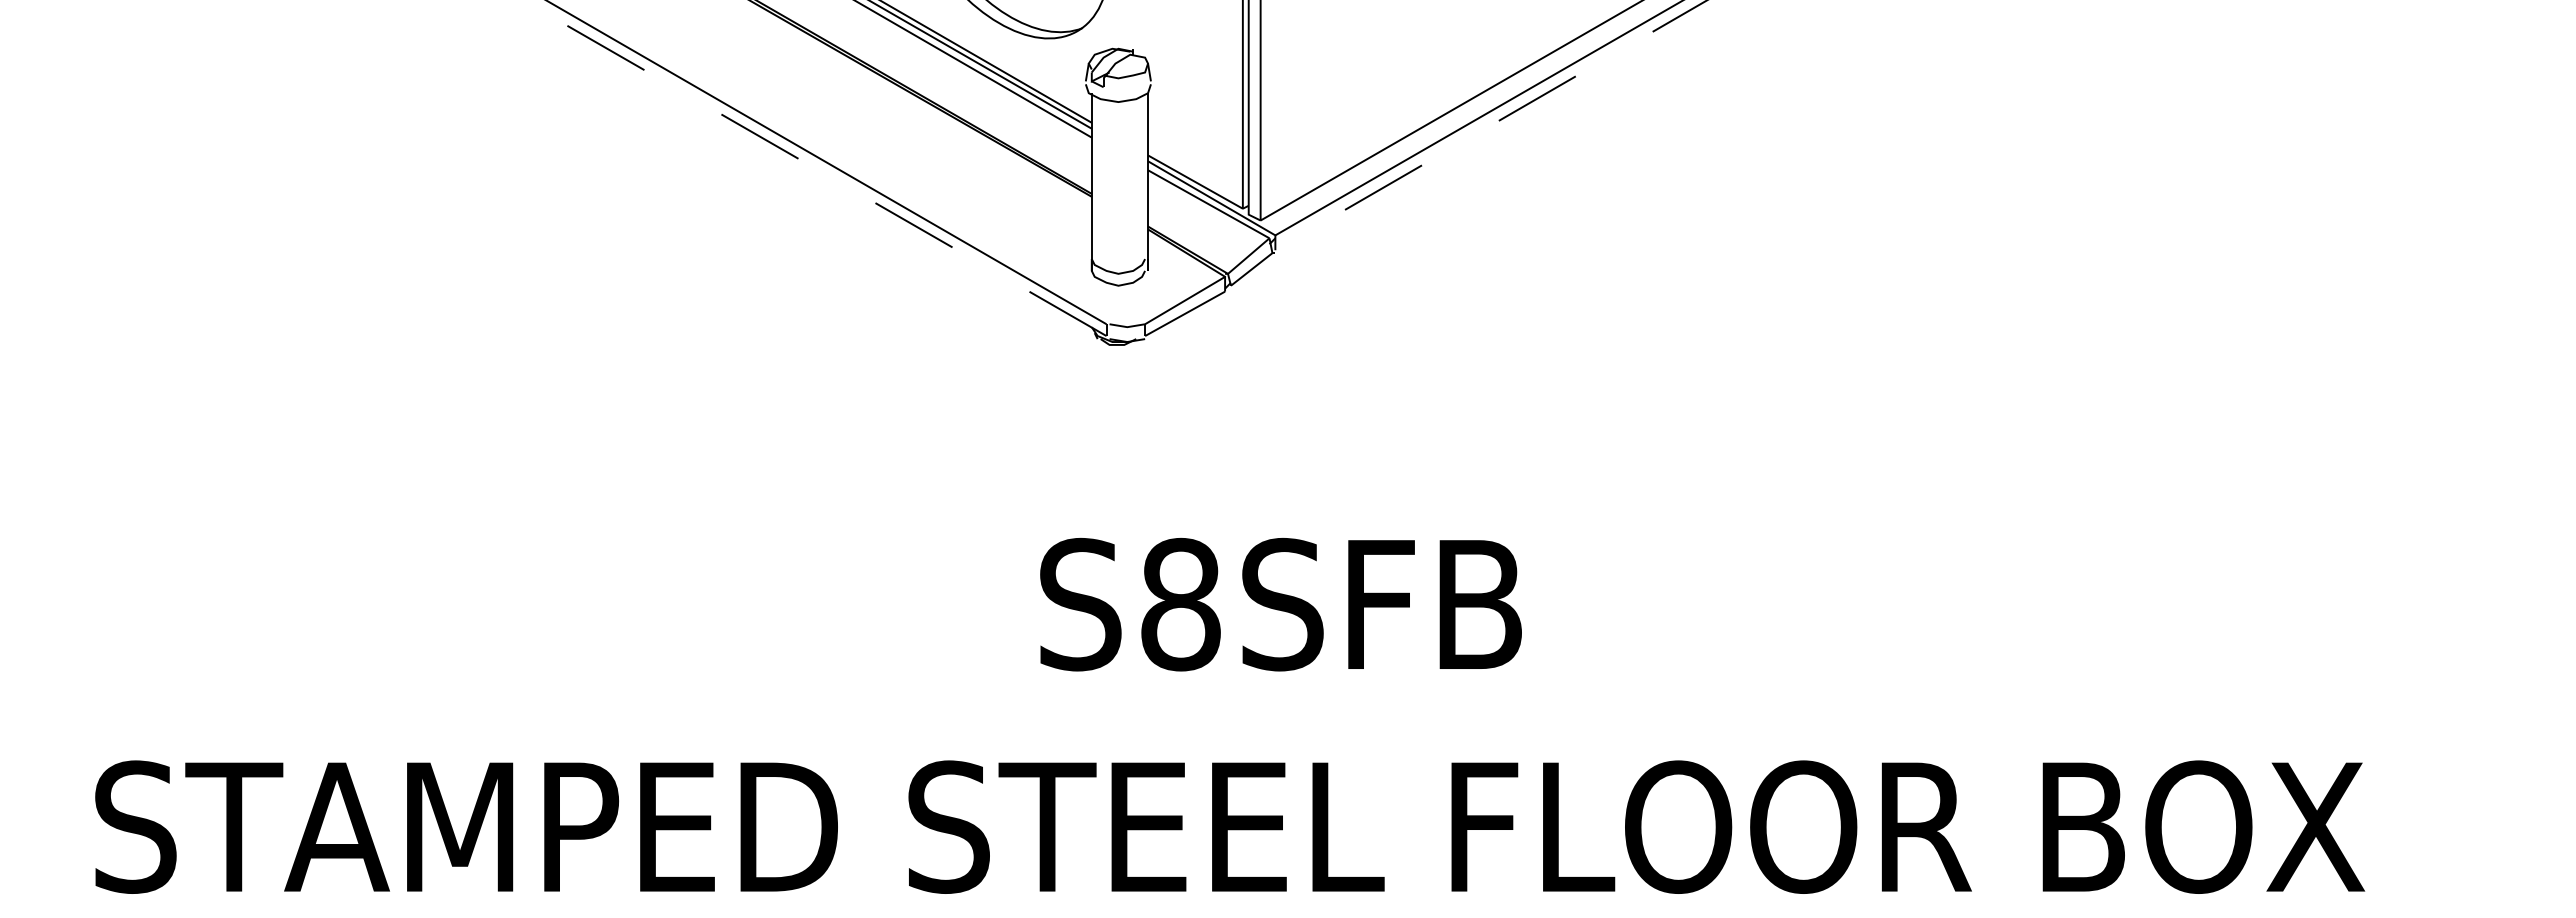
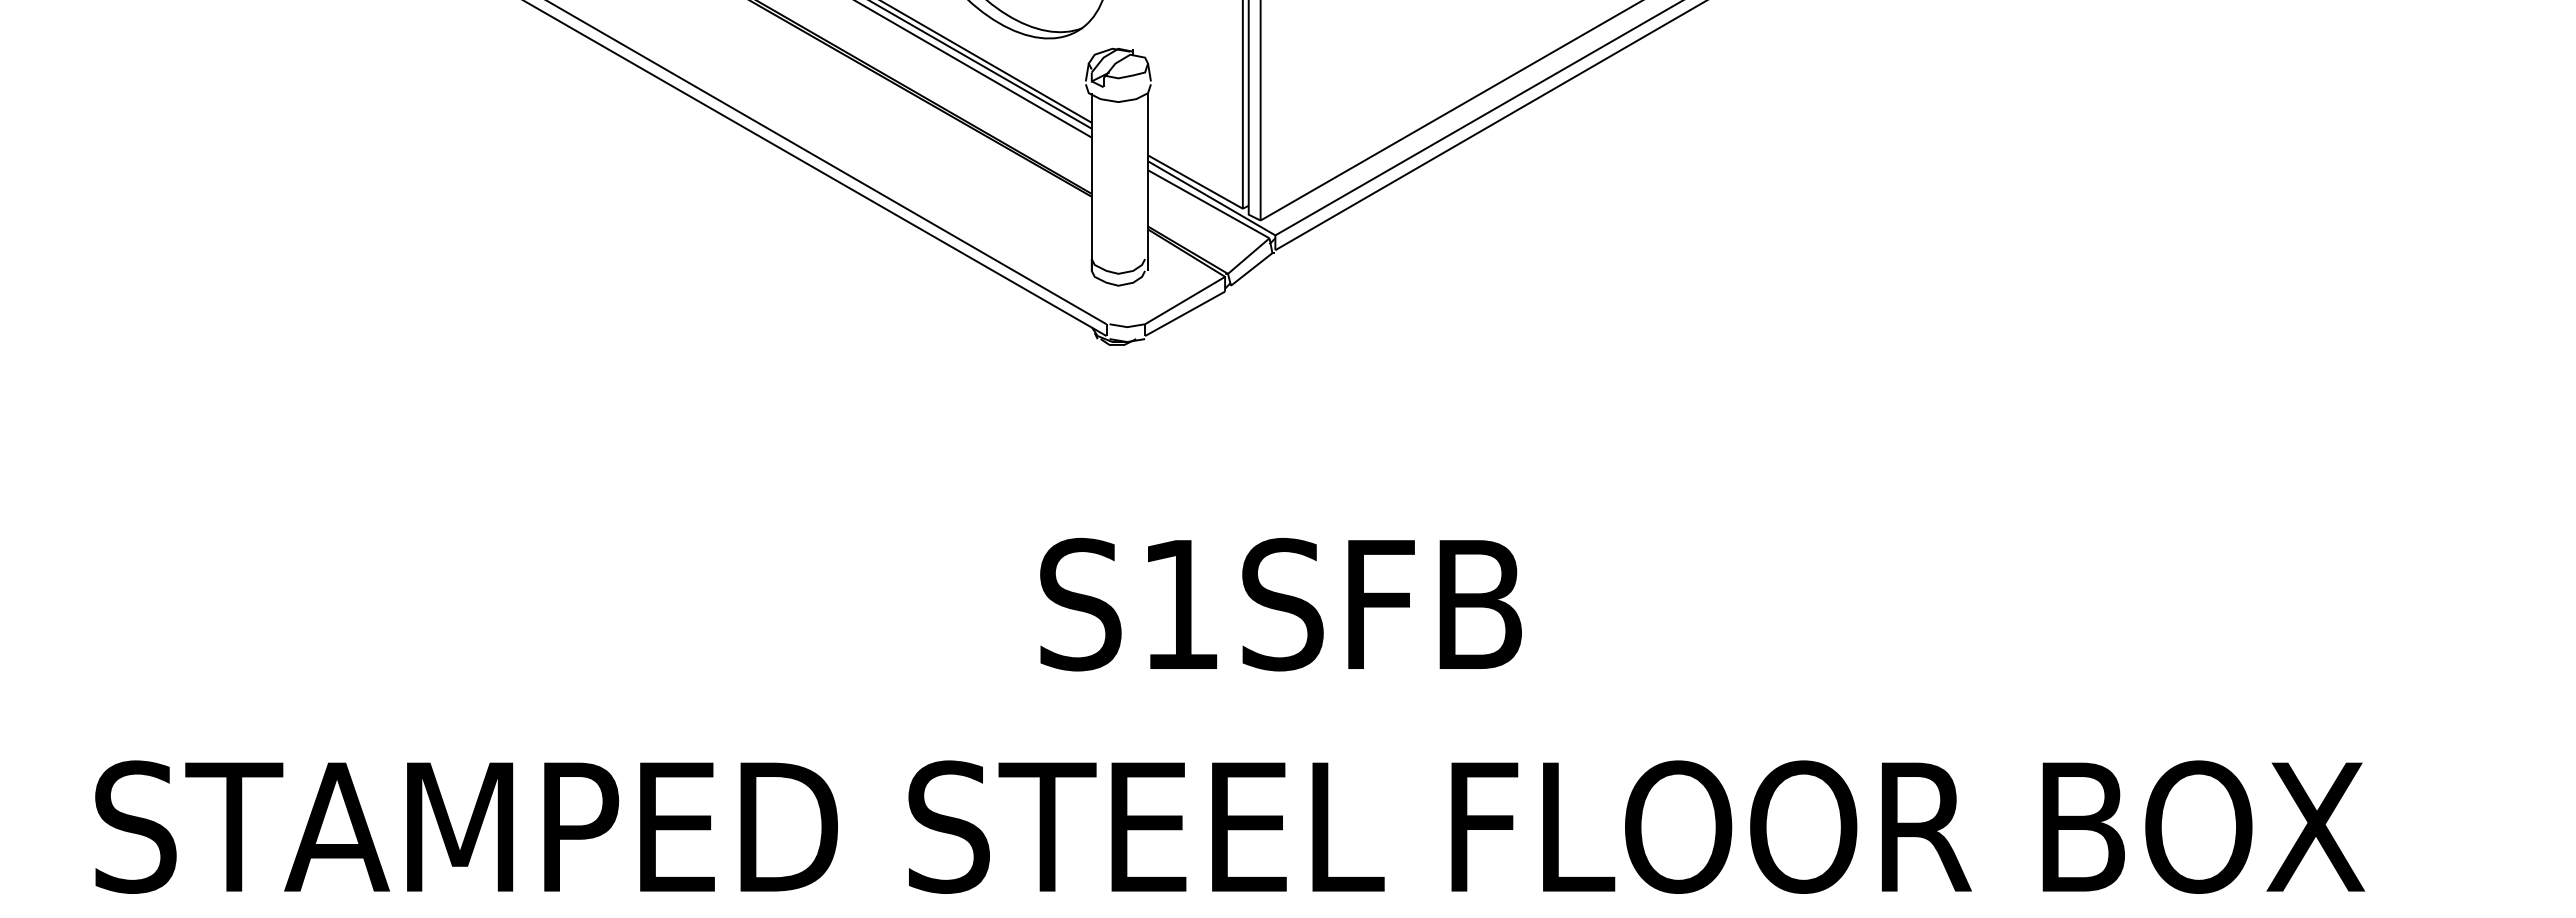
line at (1490, 125): dashed -> solid
line at (814, 168): dashed -> solid
text at (1180, 604): S8SFB -> S1SFB
